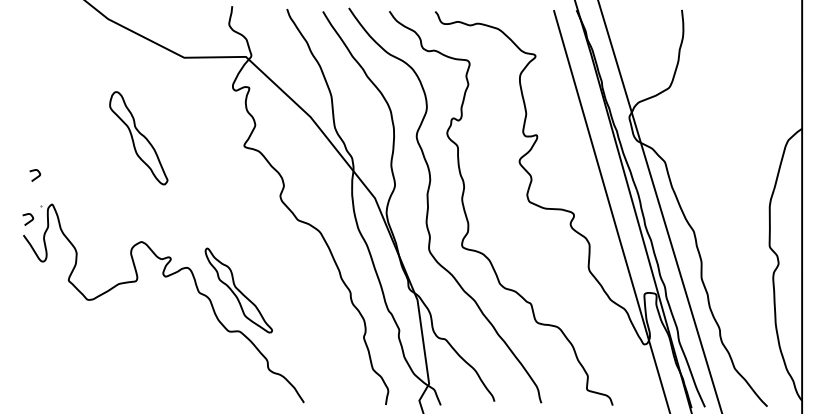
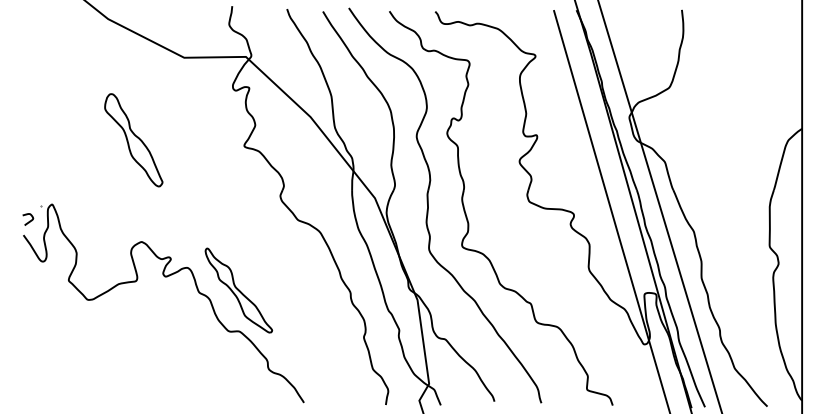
part at (138, 138) position: (138, 138) -> (133, 140)
curve at (36, 176): present -> none
